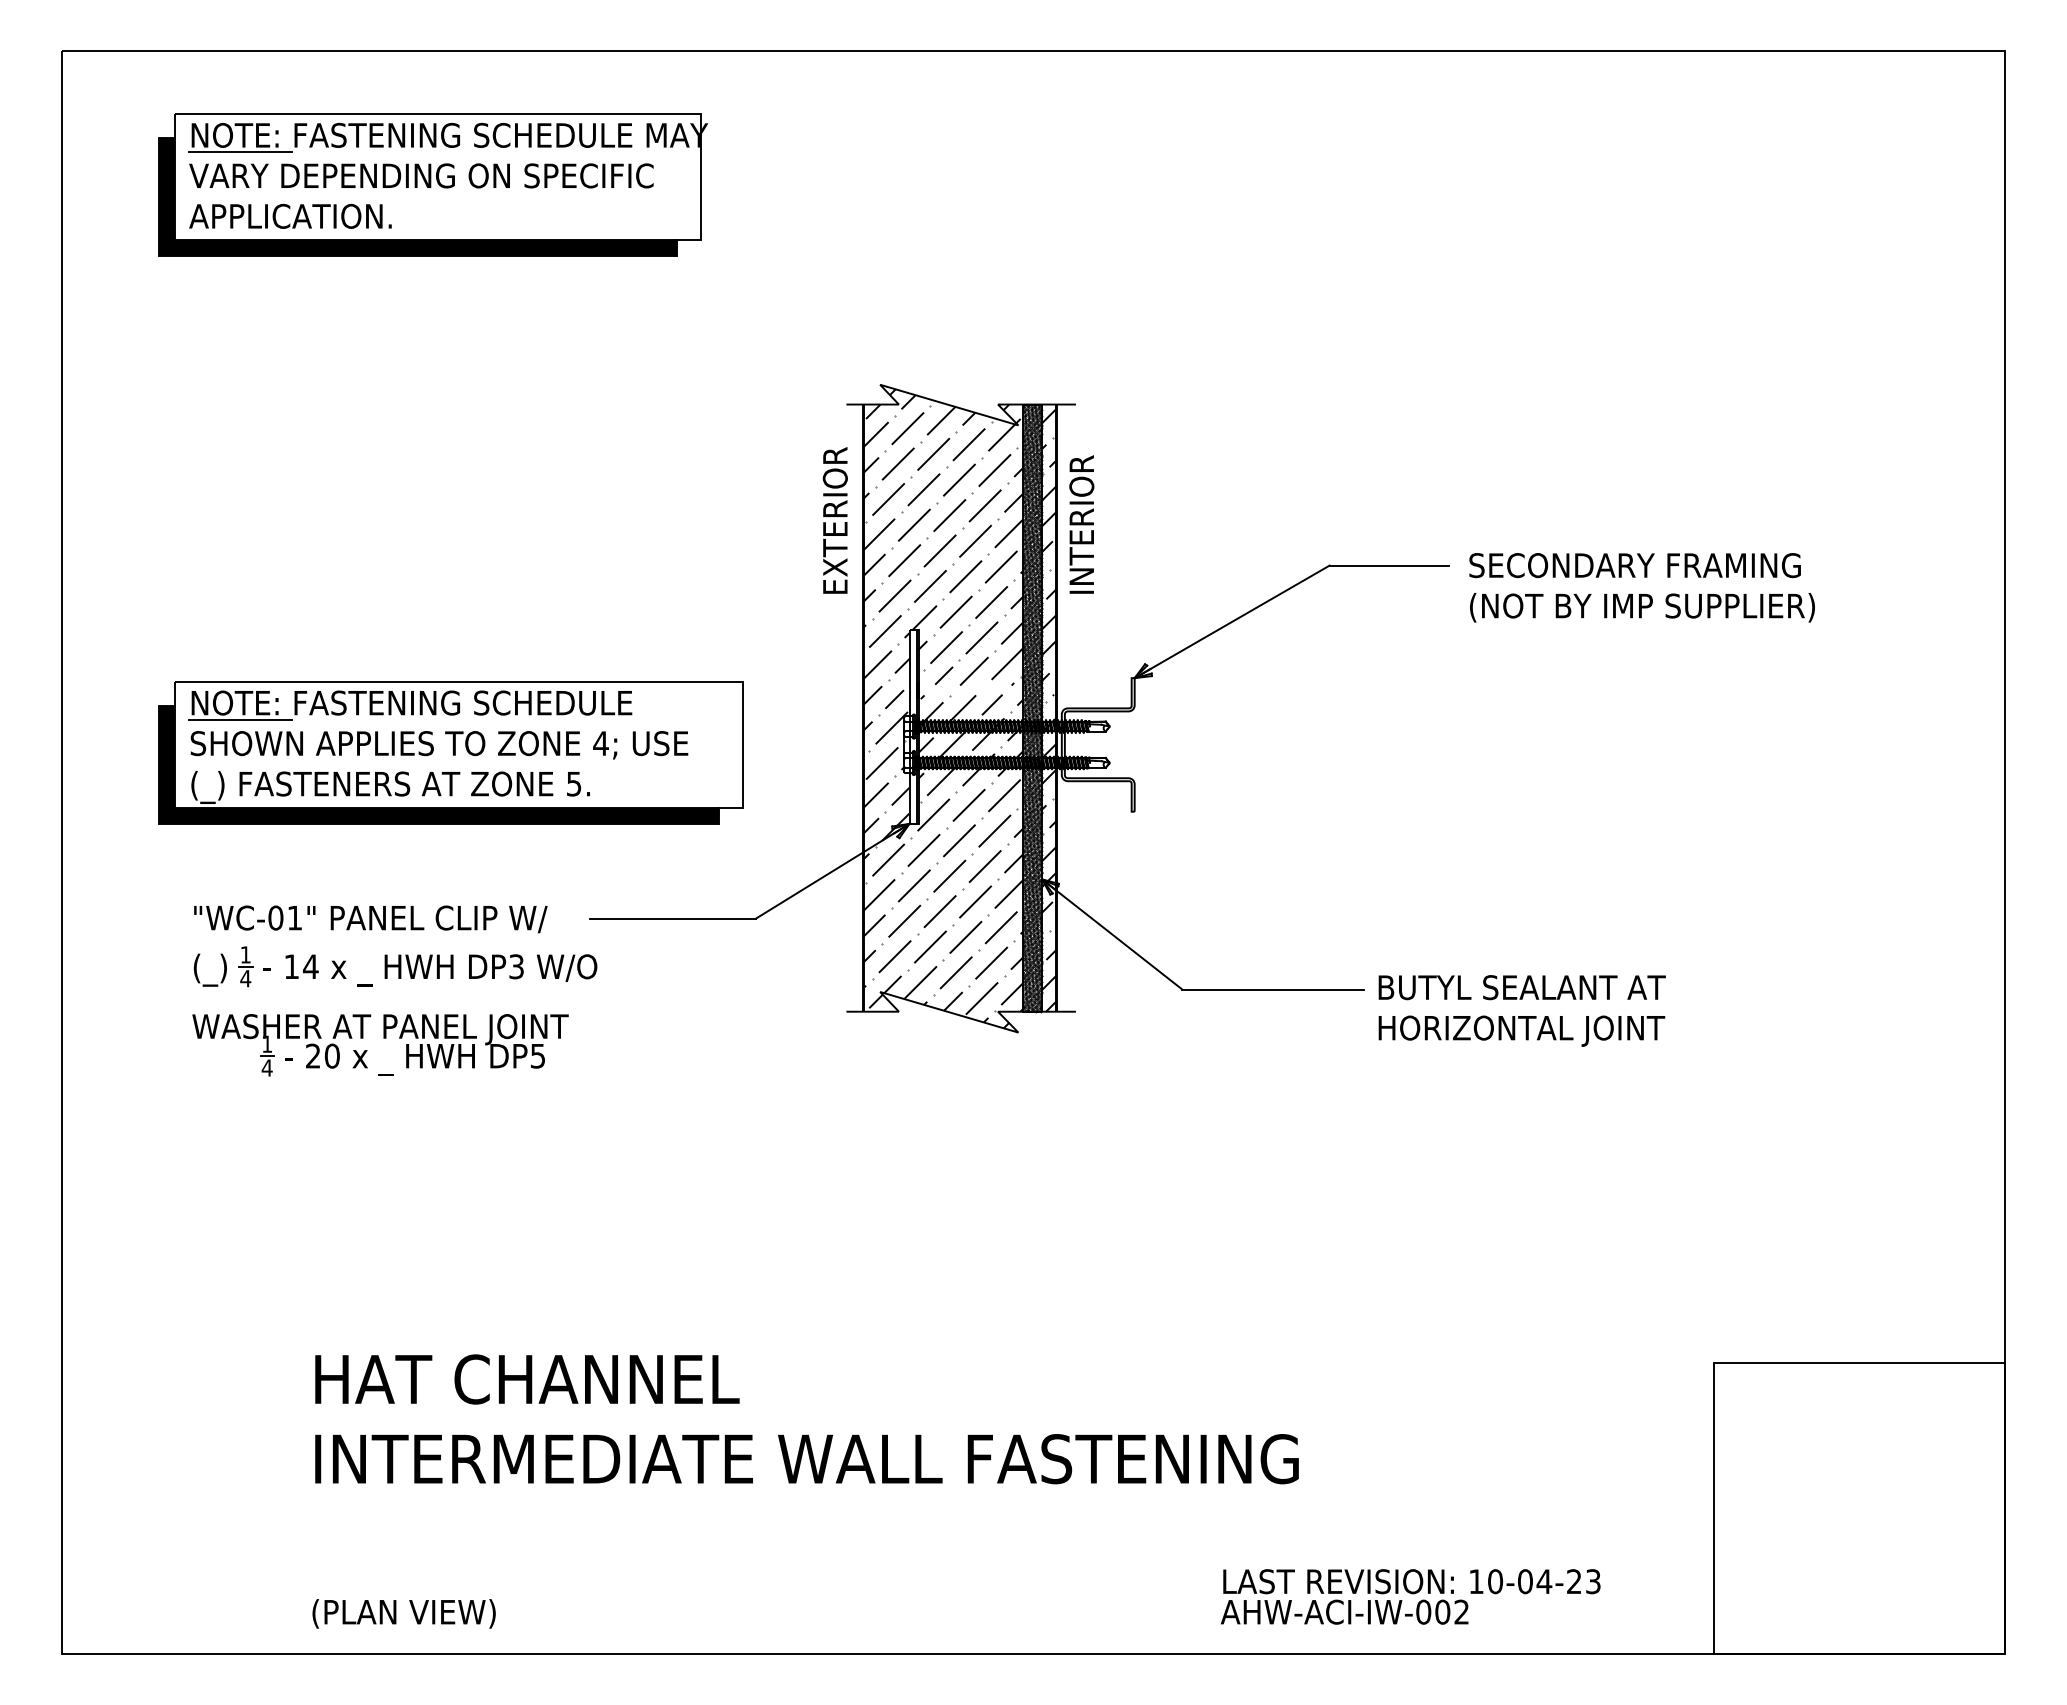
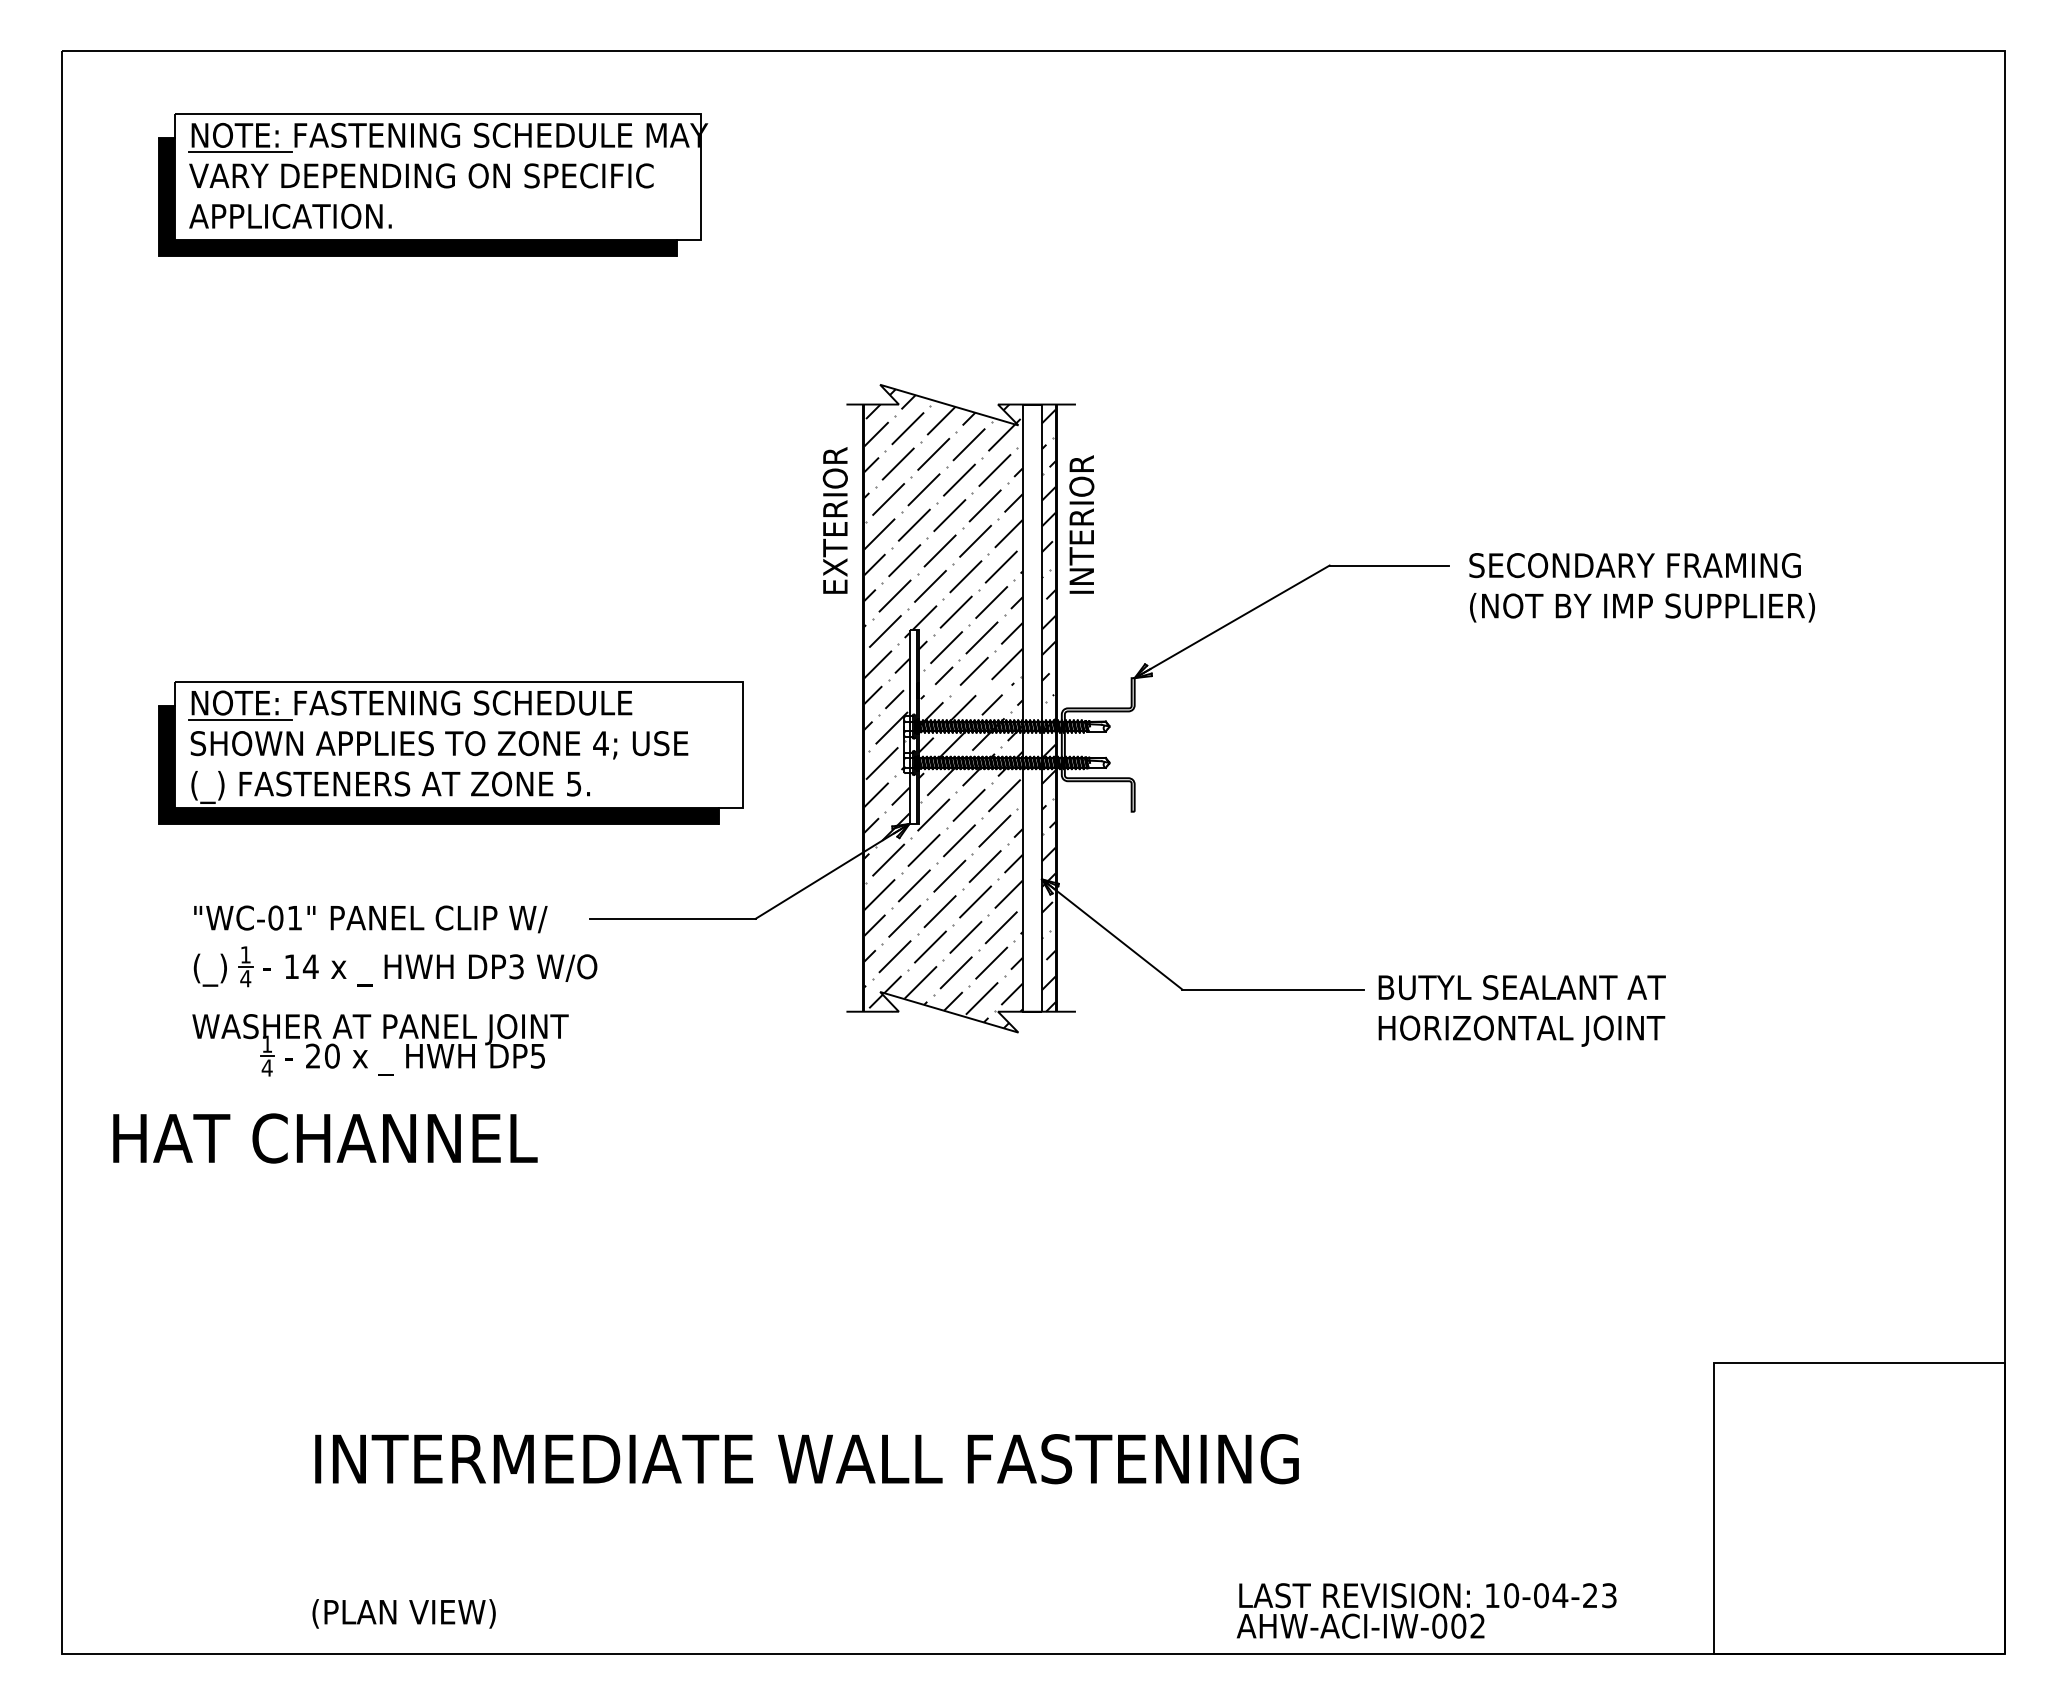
hatch at (1031, 707): present -> none
text at (527, 1379) position: (527, 1379) -> (325, 1138)
text at (1410, 1596) position: (1410, 1596) -> (1426, 1610)
